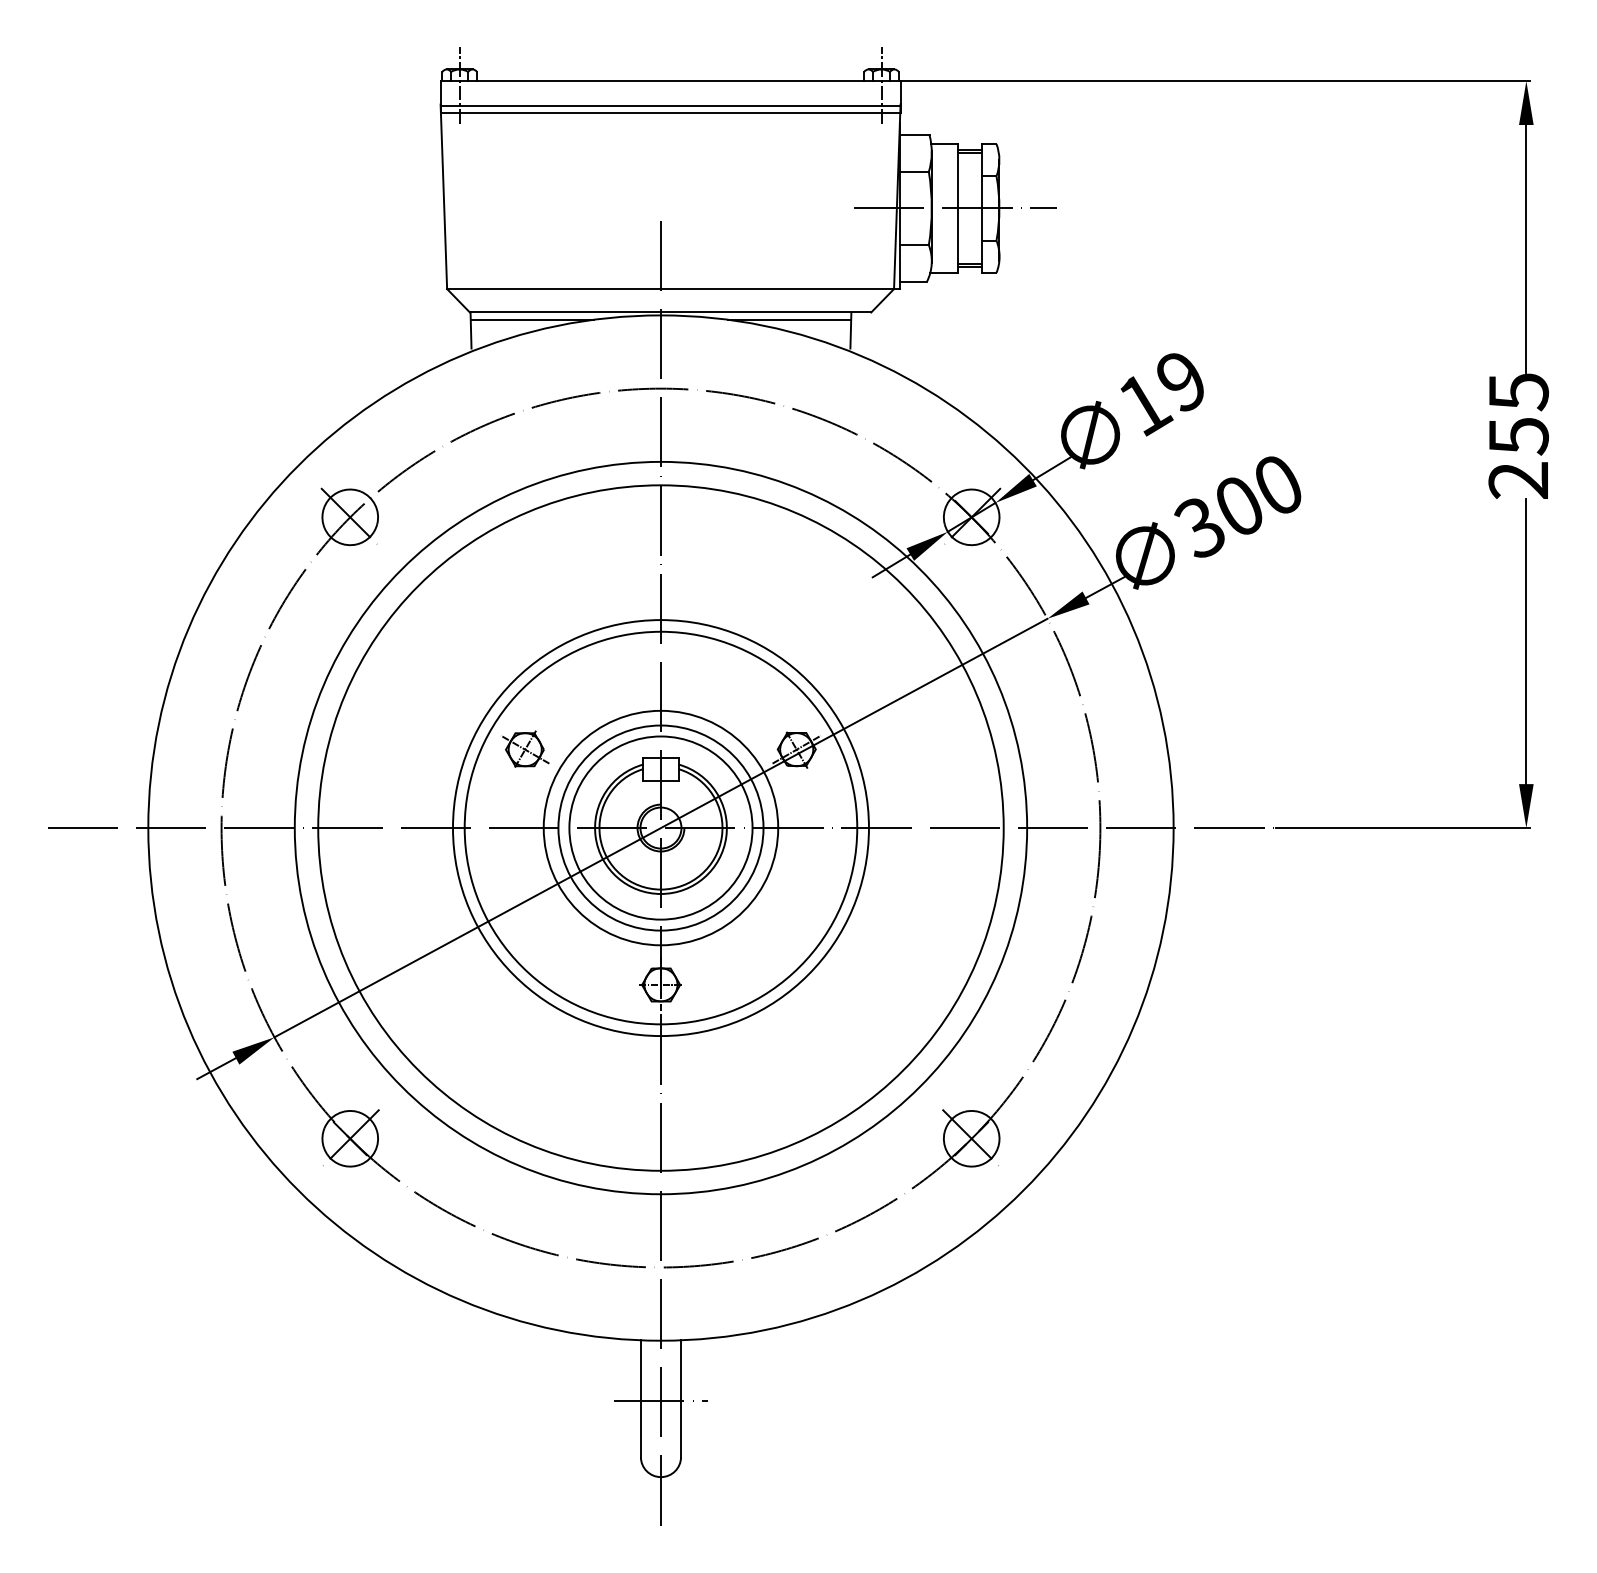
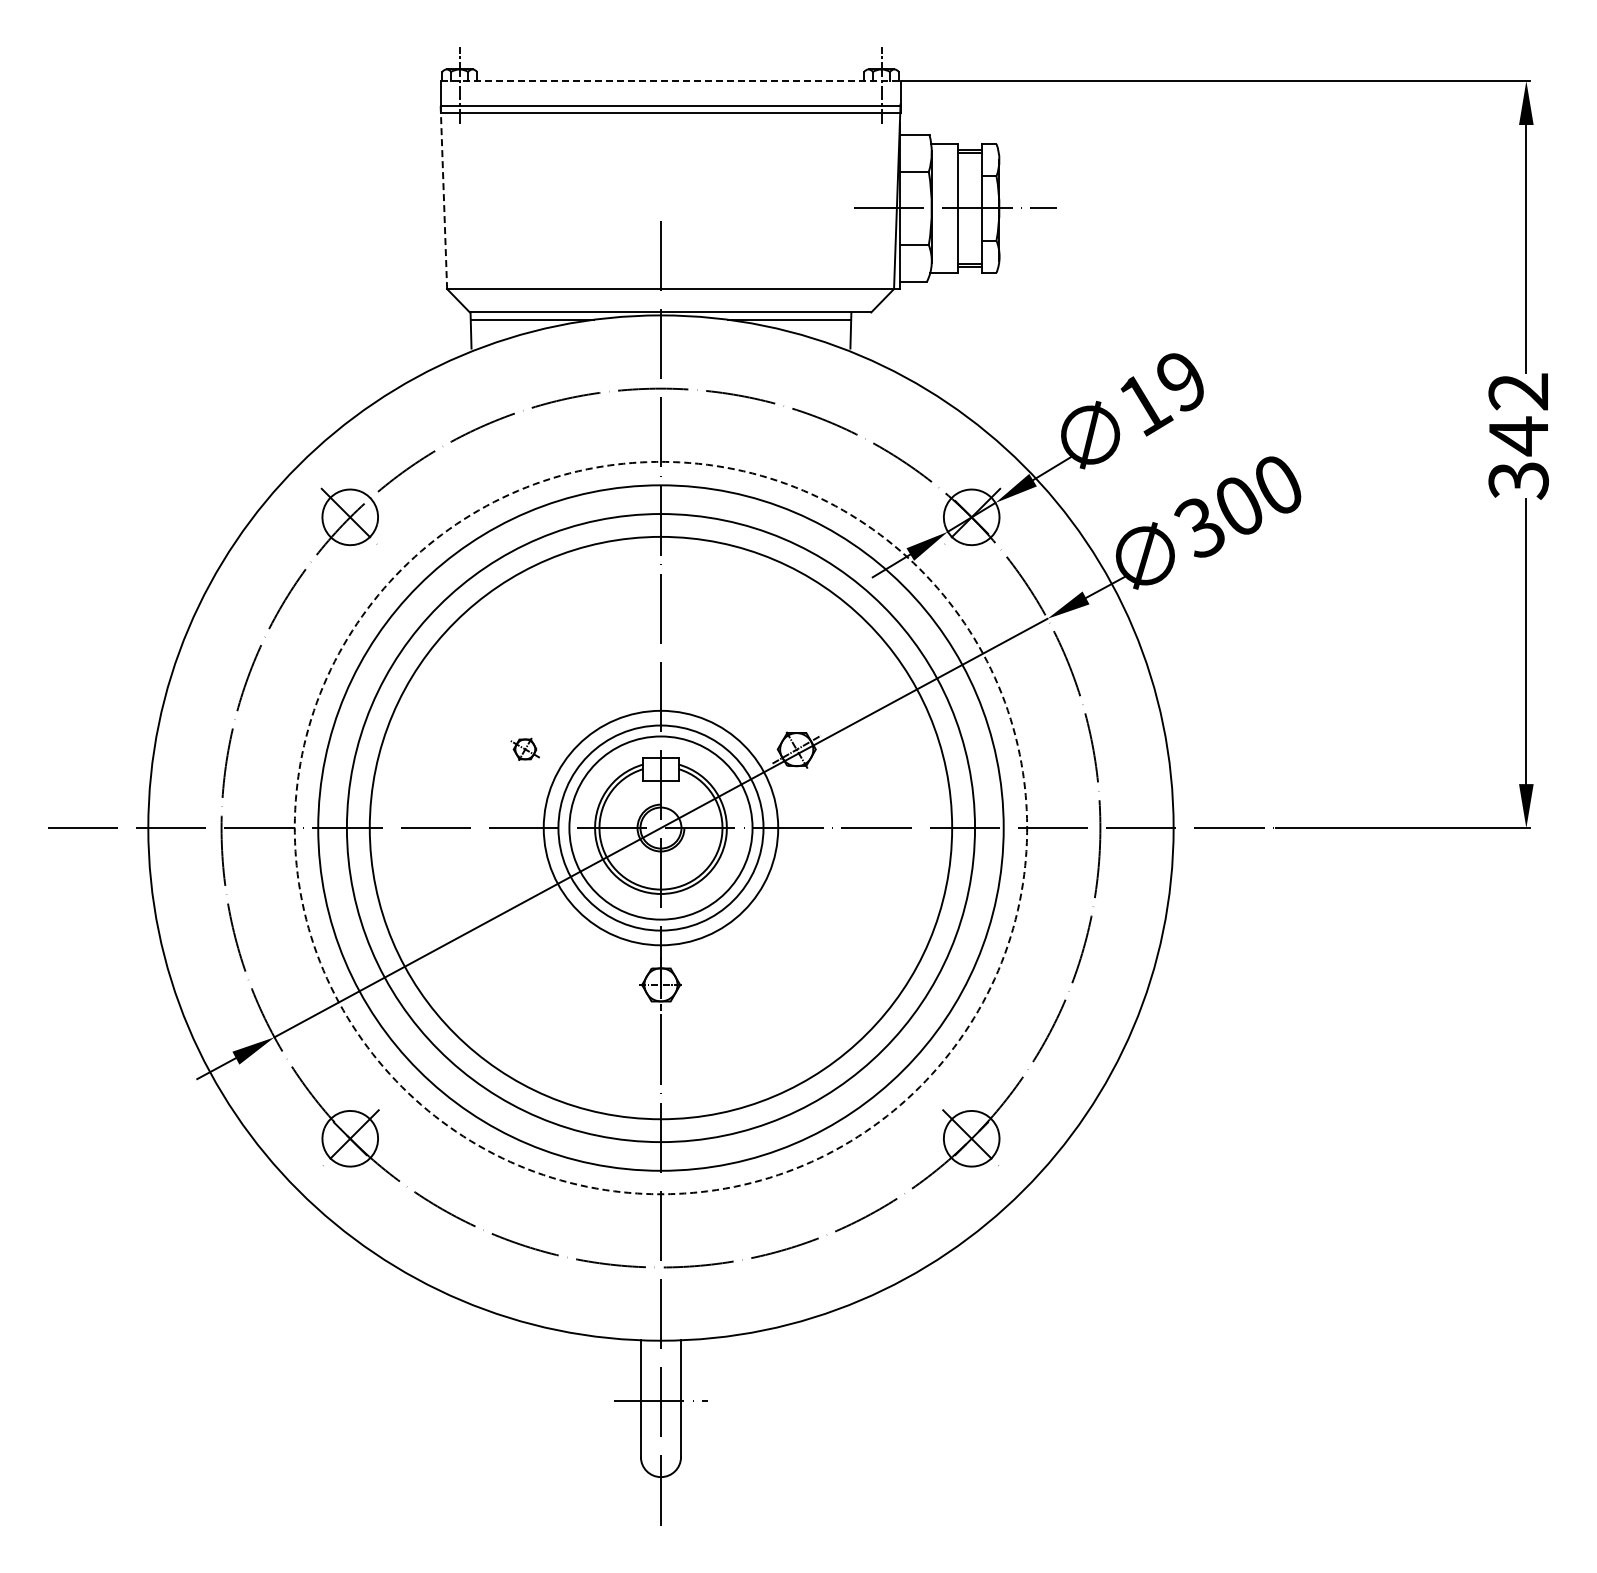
line at (670, 81): solid -> dashed
line at (443, 196): solid -> dashed
text at (1518, 436): 255 -> 342
part at (525, 748) size: 49x38 px -> 30x24 px
circle at (660, 827) diameter: 393 px -> 628 px
circle at (660, 827): solid -> dashed
circle at (660, 828) diameter: 416 px -> 582 px
